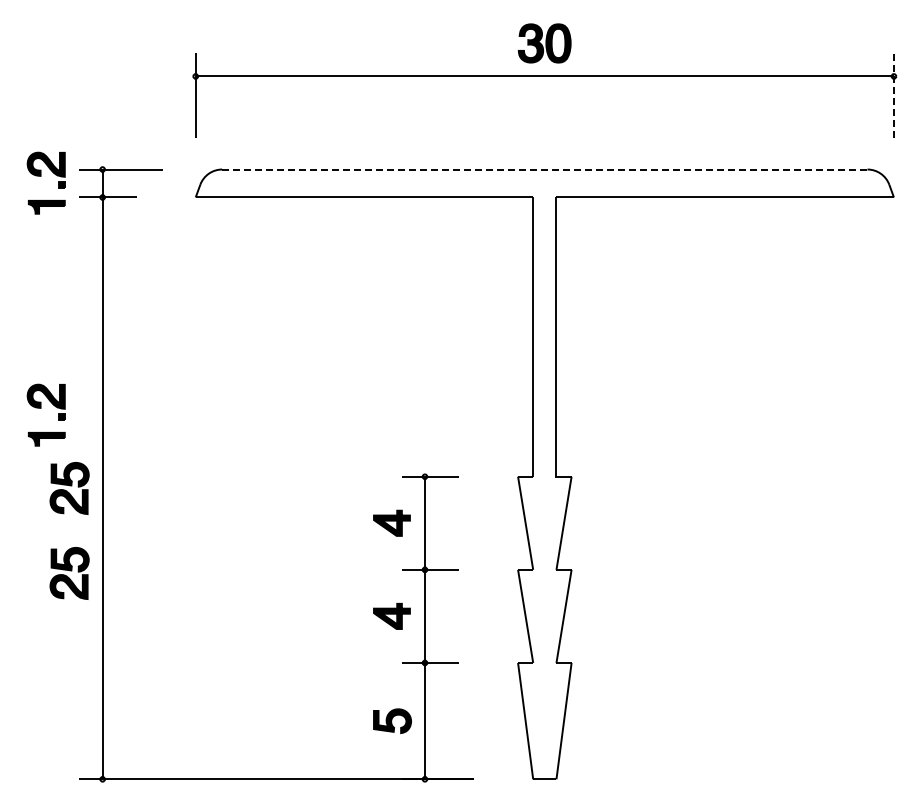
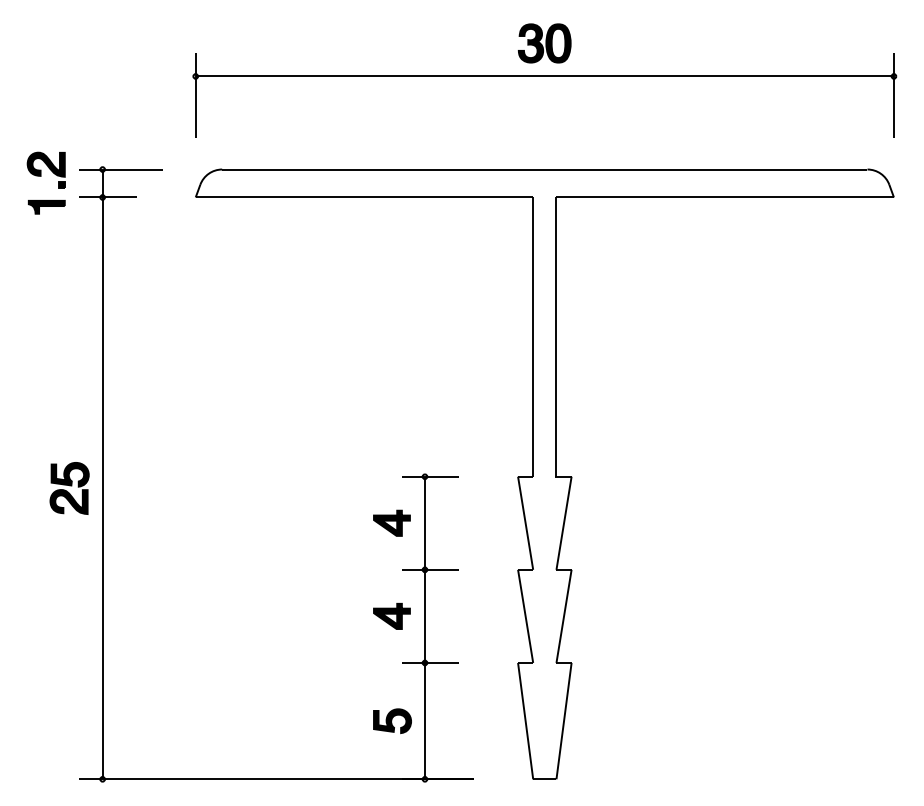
line at (893, 95): dashed -> solid
line at (544, 169): dashed -> solid
part at (41, 408): present -> none
part at (69, 573): present -> none
